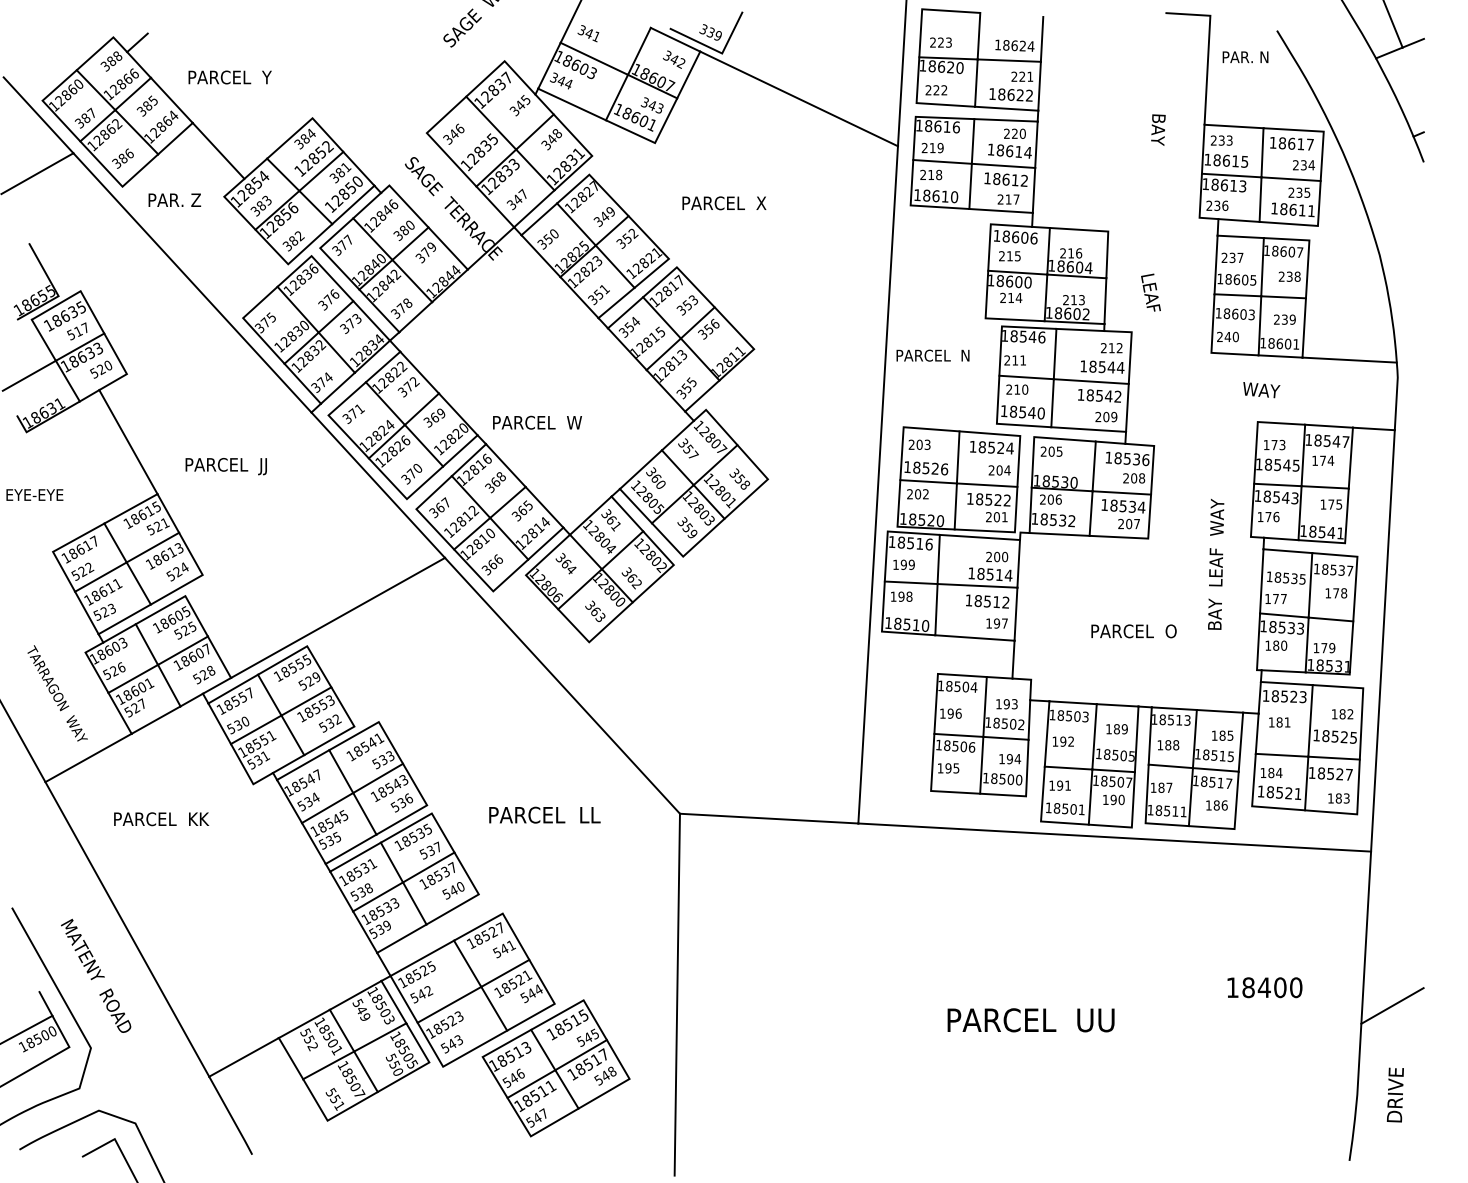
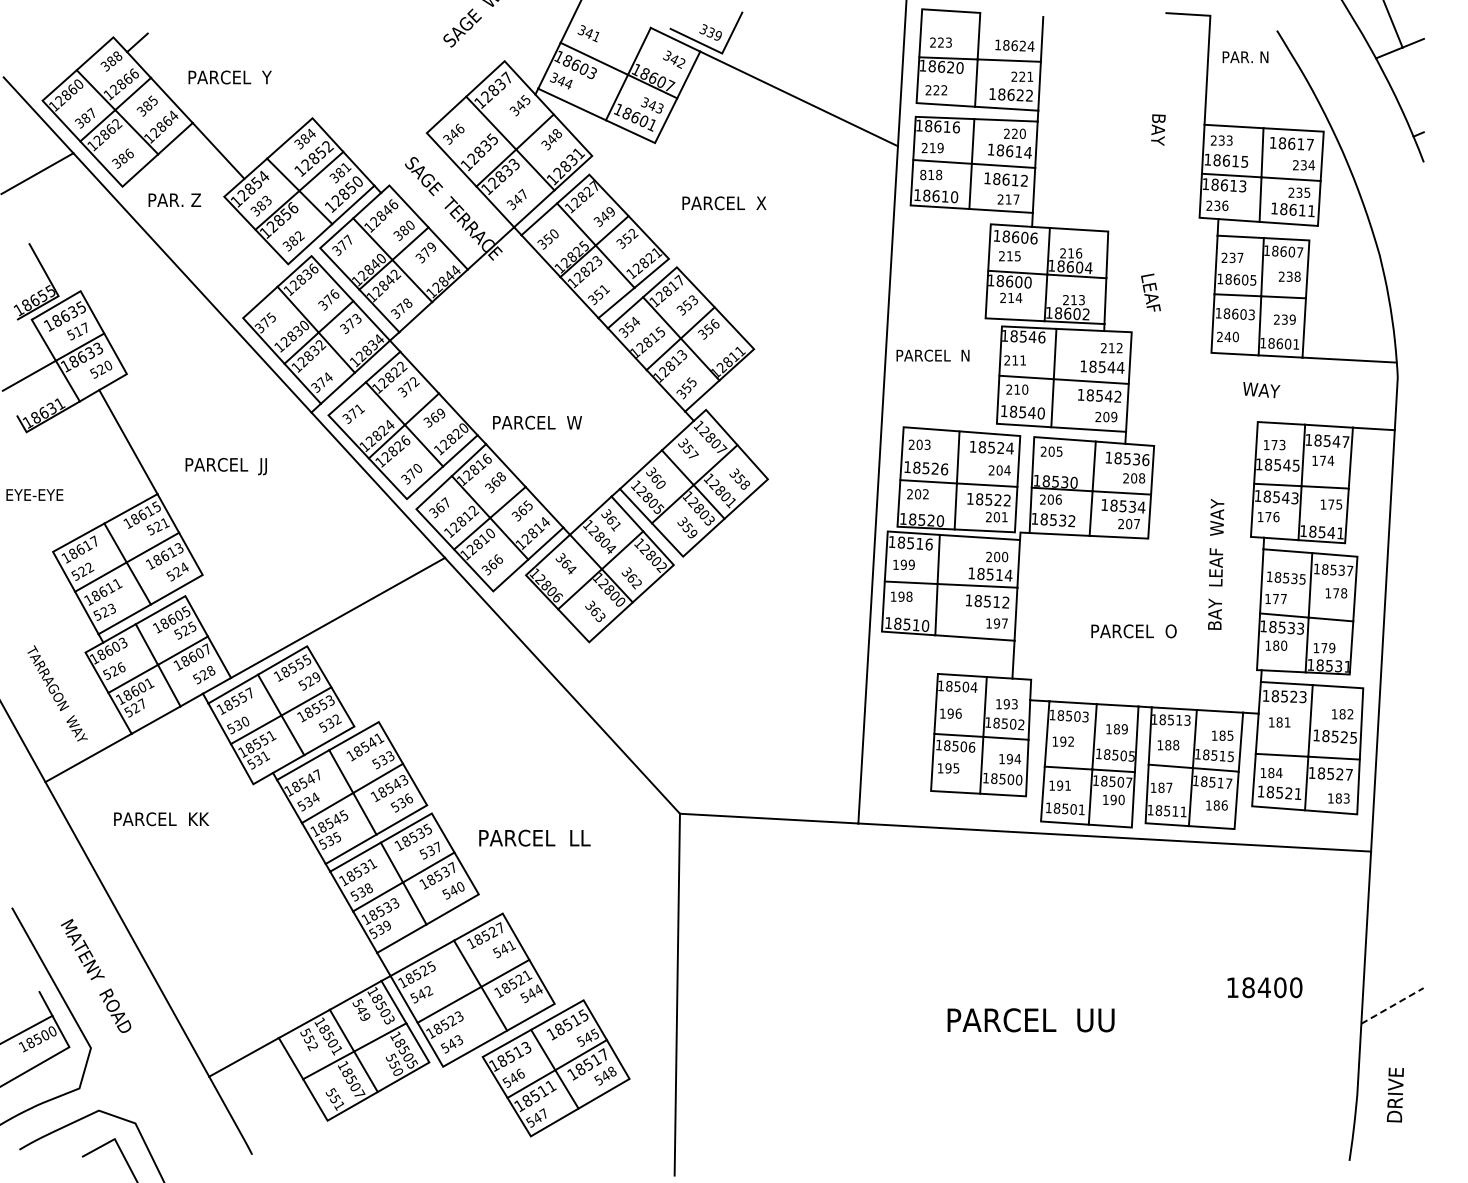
text at (923, 175): 218 -> 818
text at (544, 814) position: (544, 814) -> (534, 837)
line at (1392, 1005): solid -> dashed
